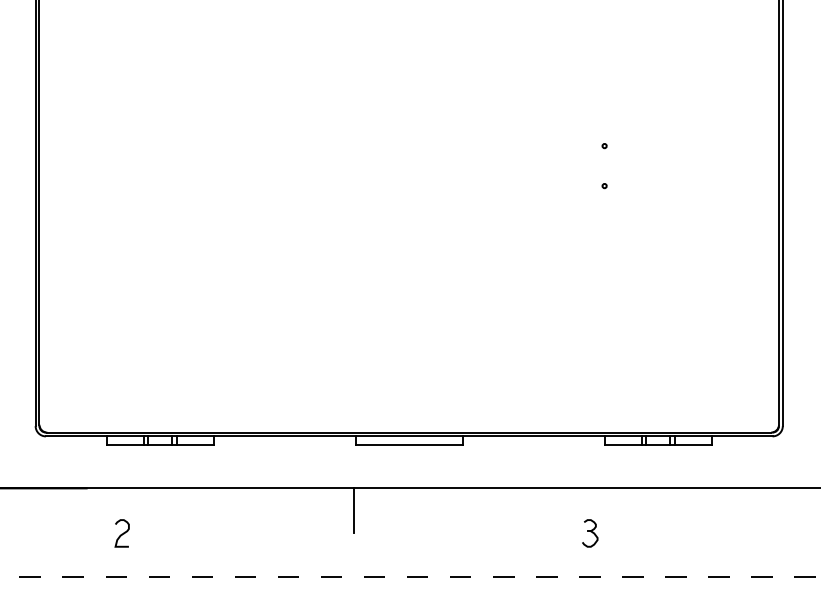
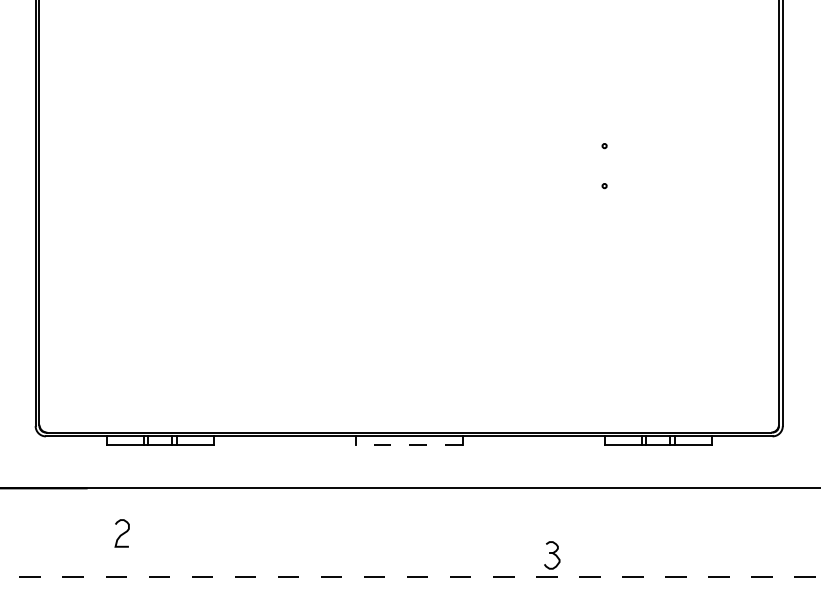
line at (408, 445): solid -> dashed
line at (353, 510): present -> none
part at (590, 533) position: (590, 533) -> (552, 555)
